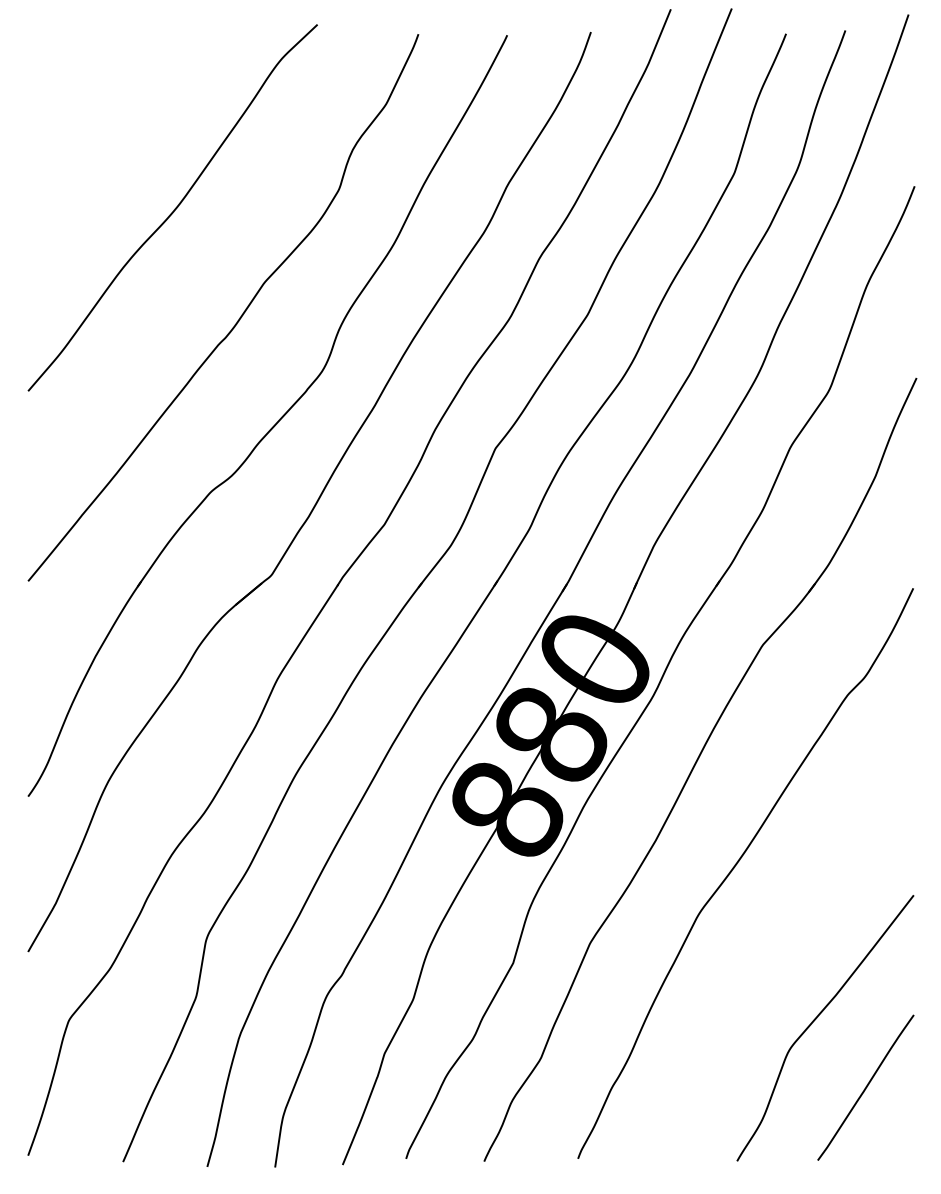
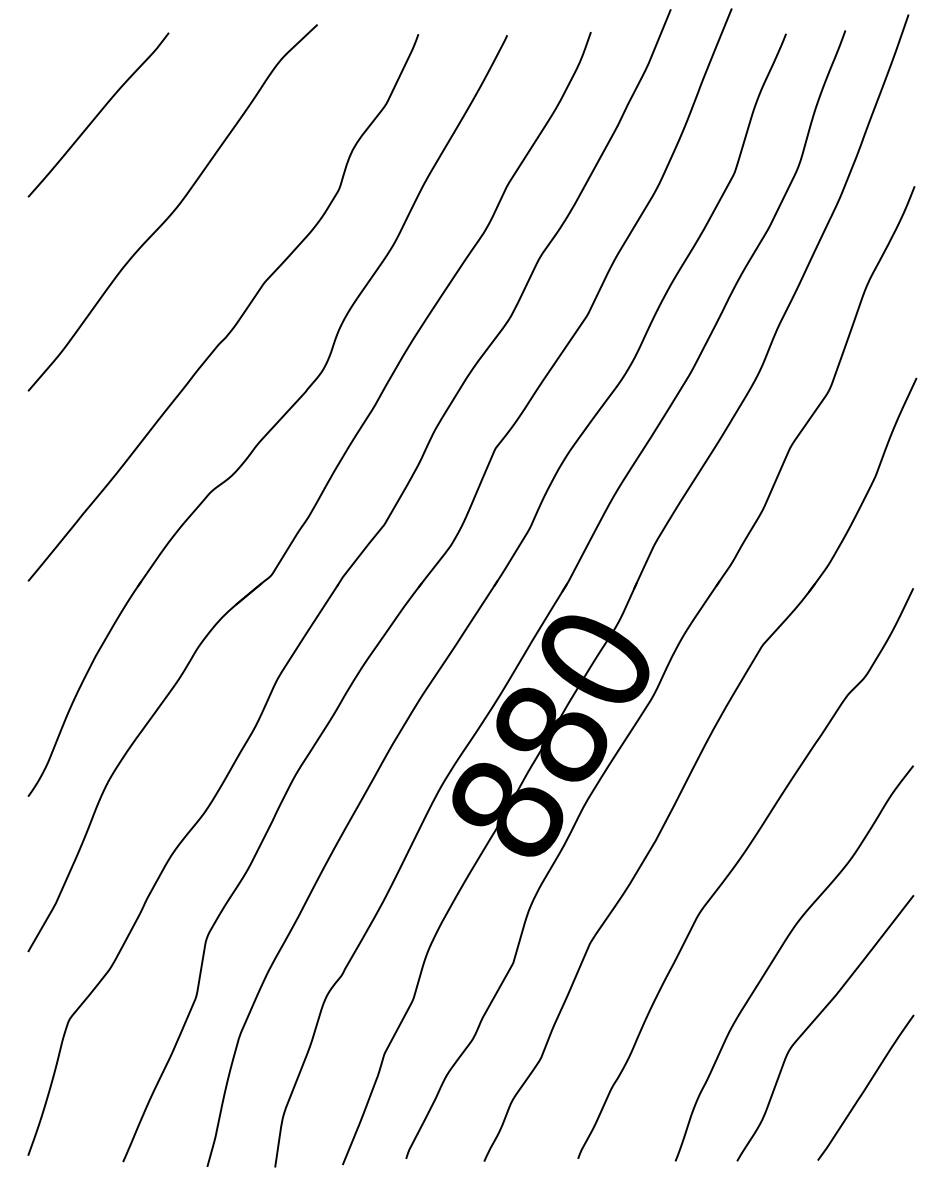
curve at (98, 114): none -> present
curve at (777, 955): none -> present
